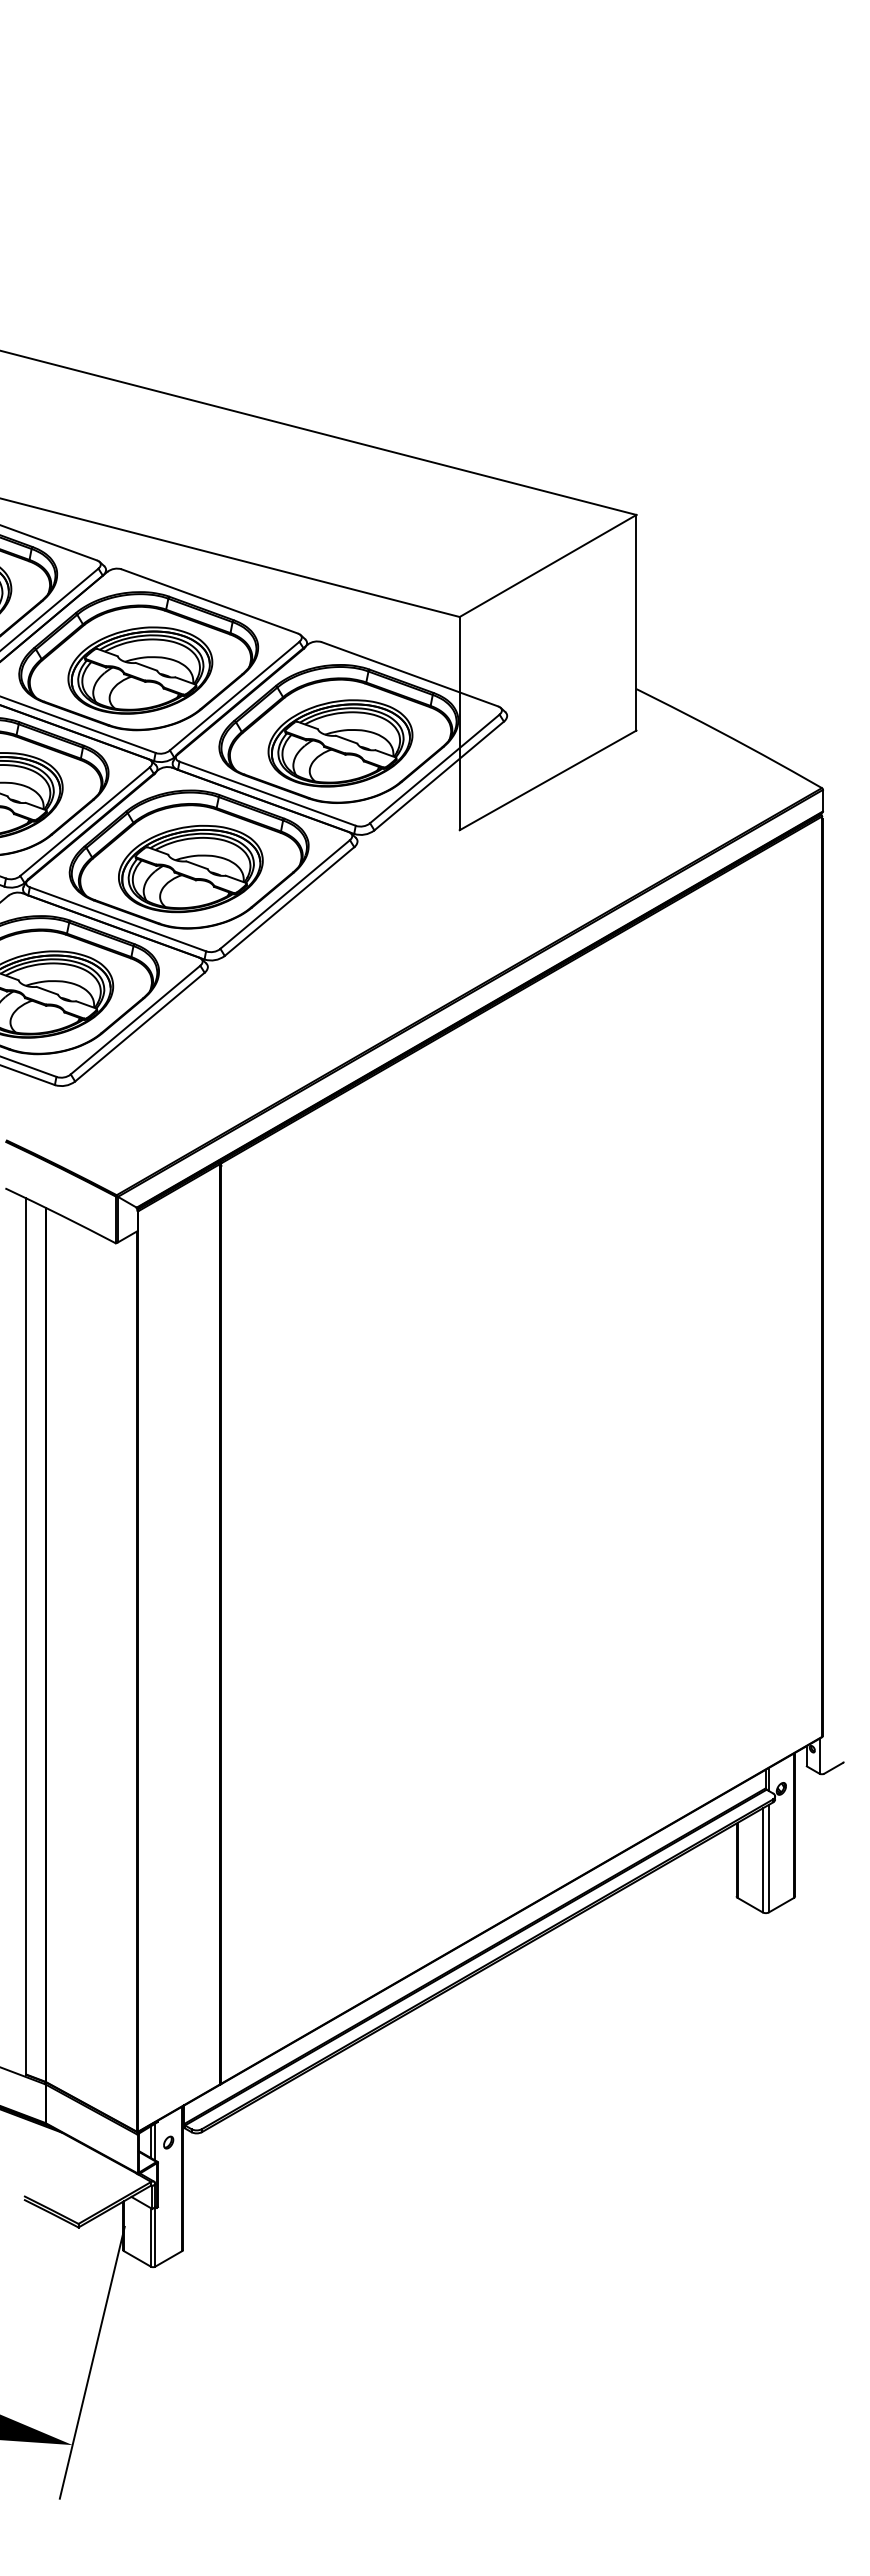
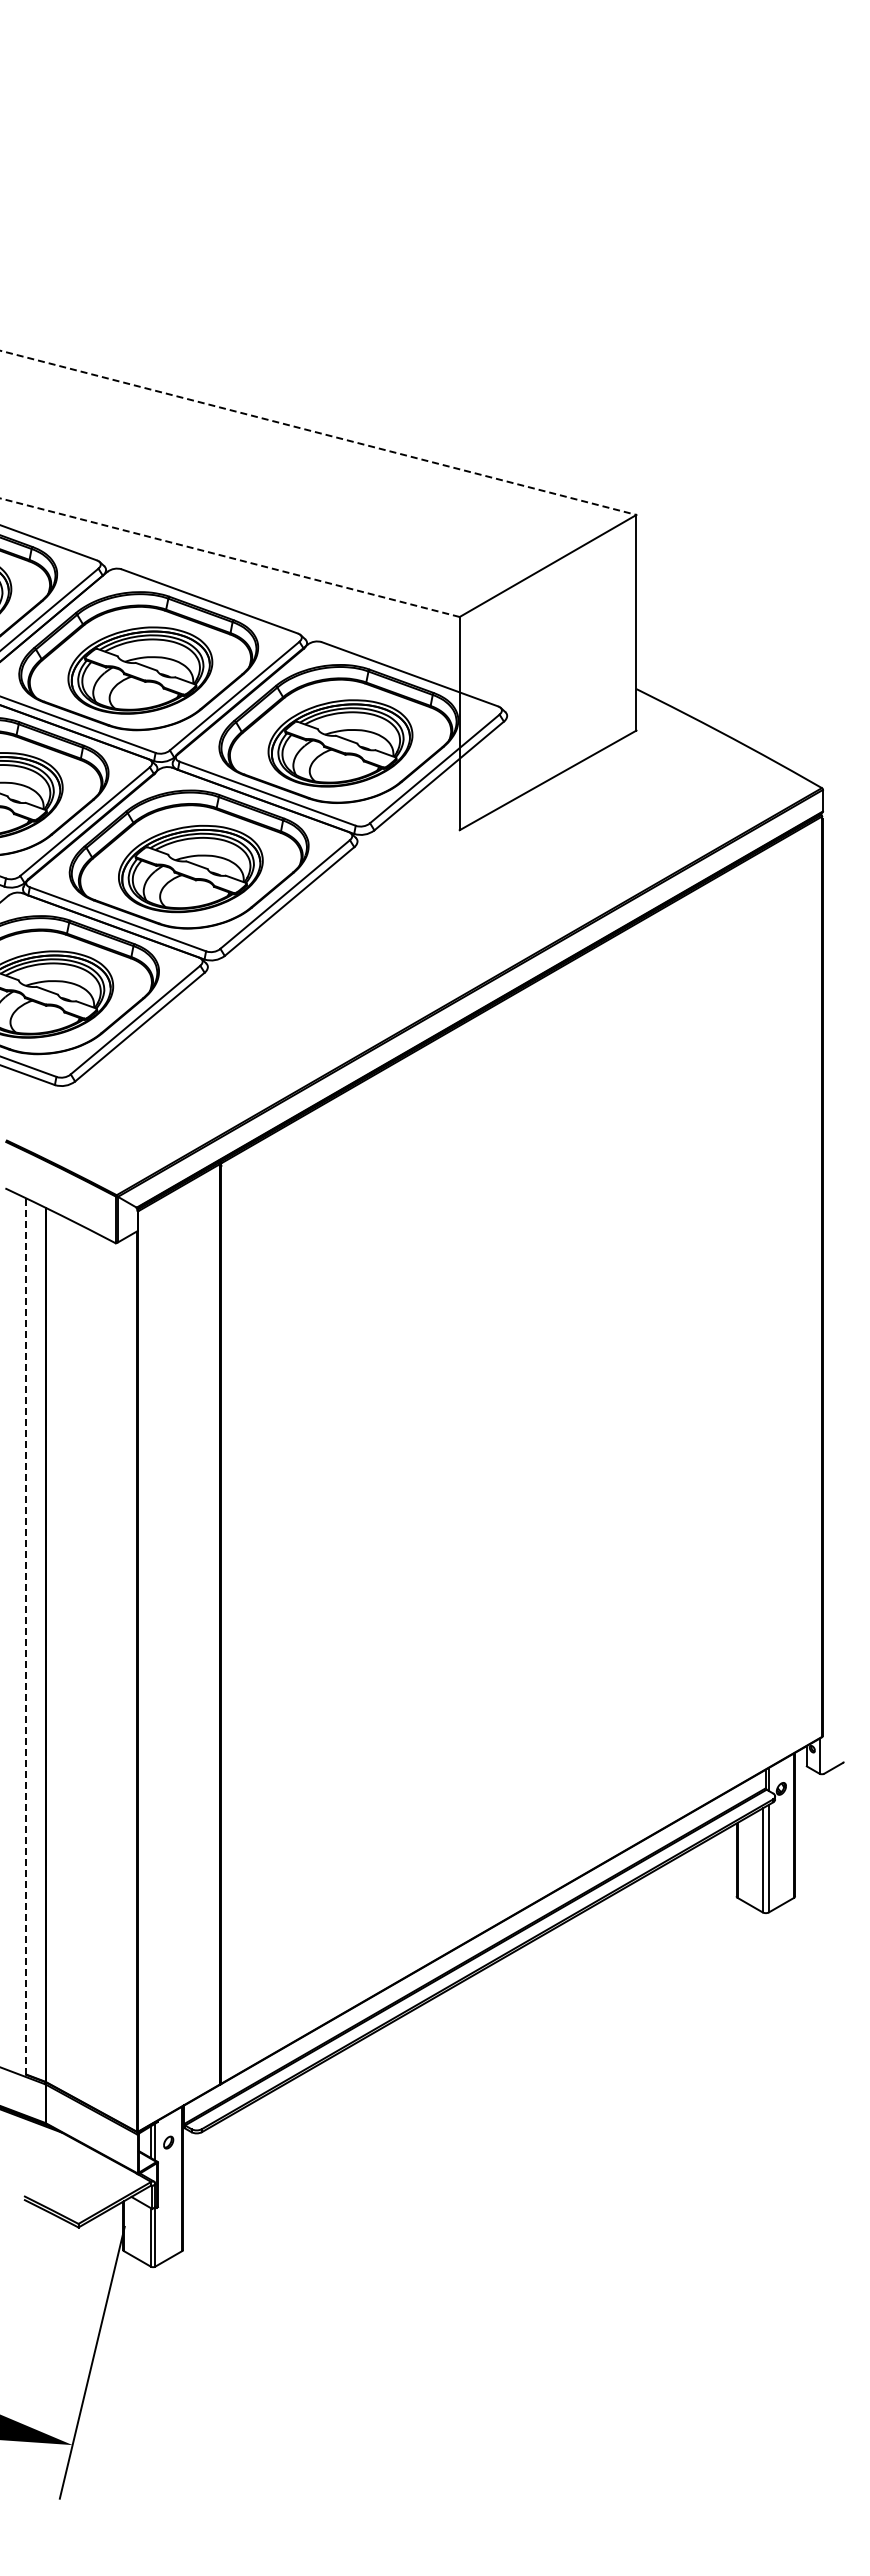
line at (319, 433): solid -> dashed
line at (229, 557): solid -> dashed
line at (26, 1635): solid -> dashed
